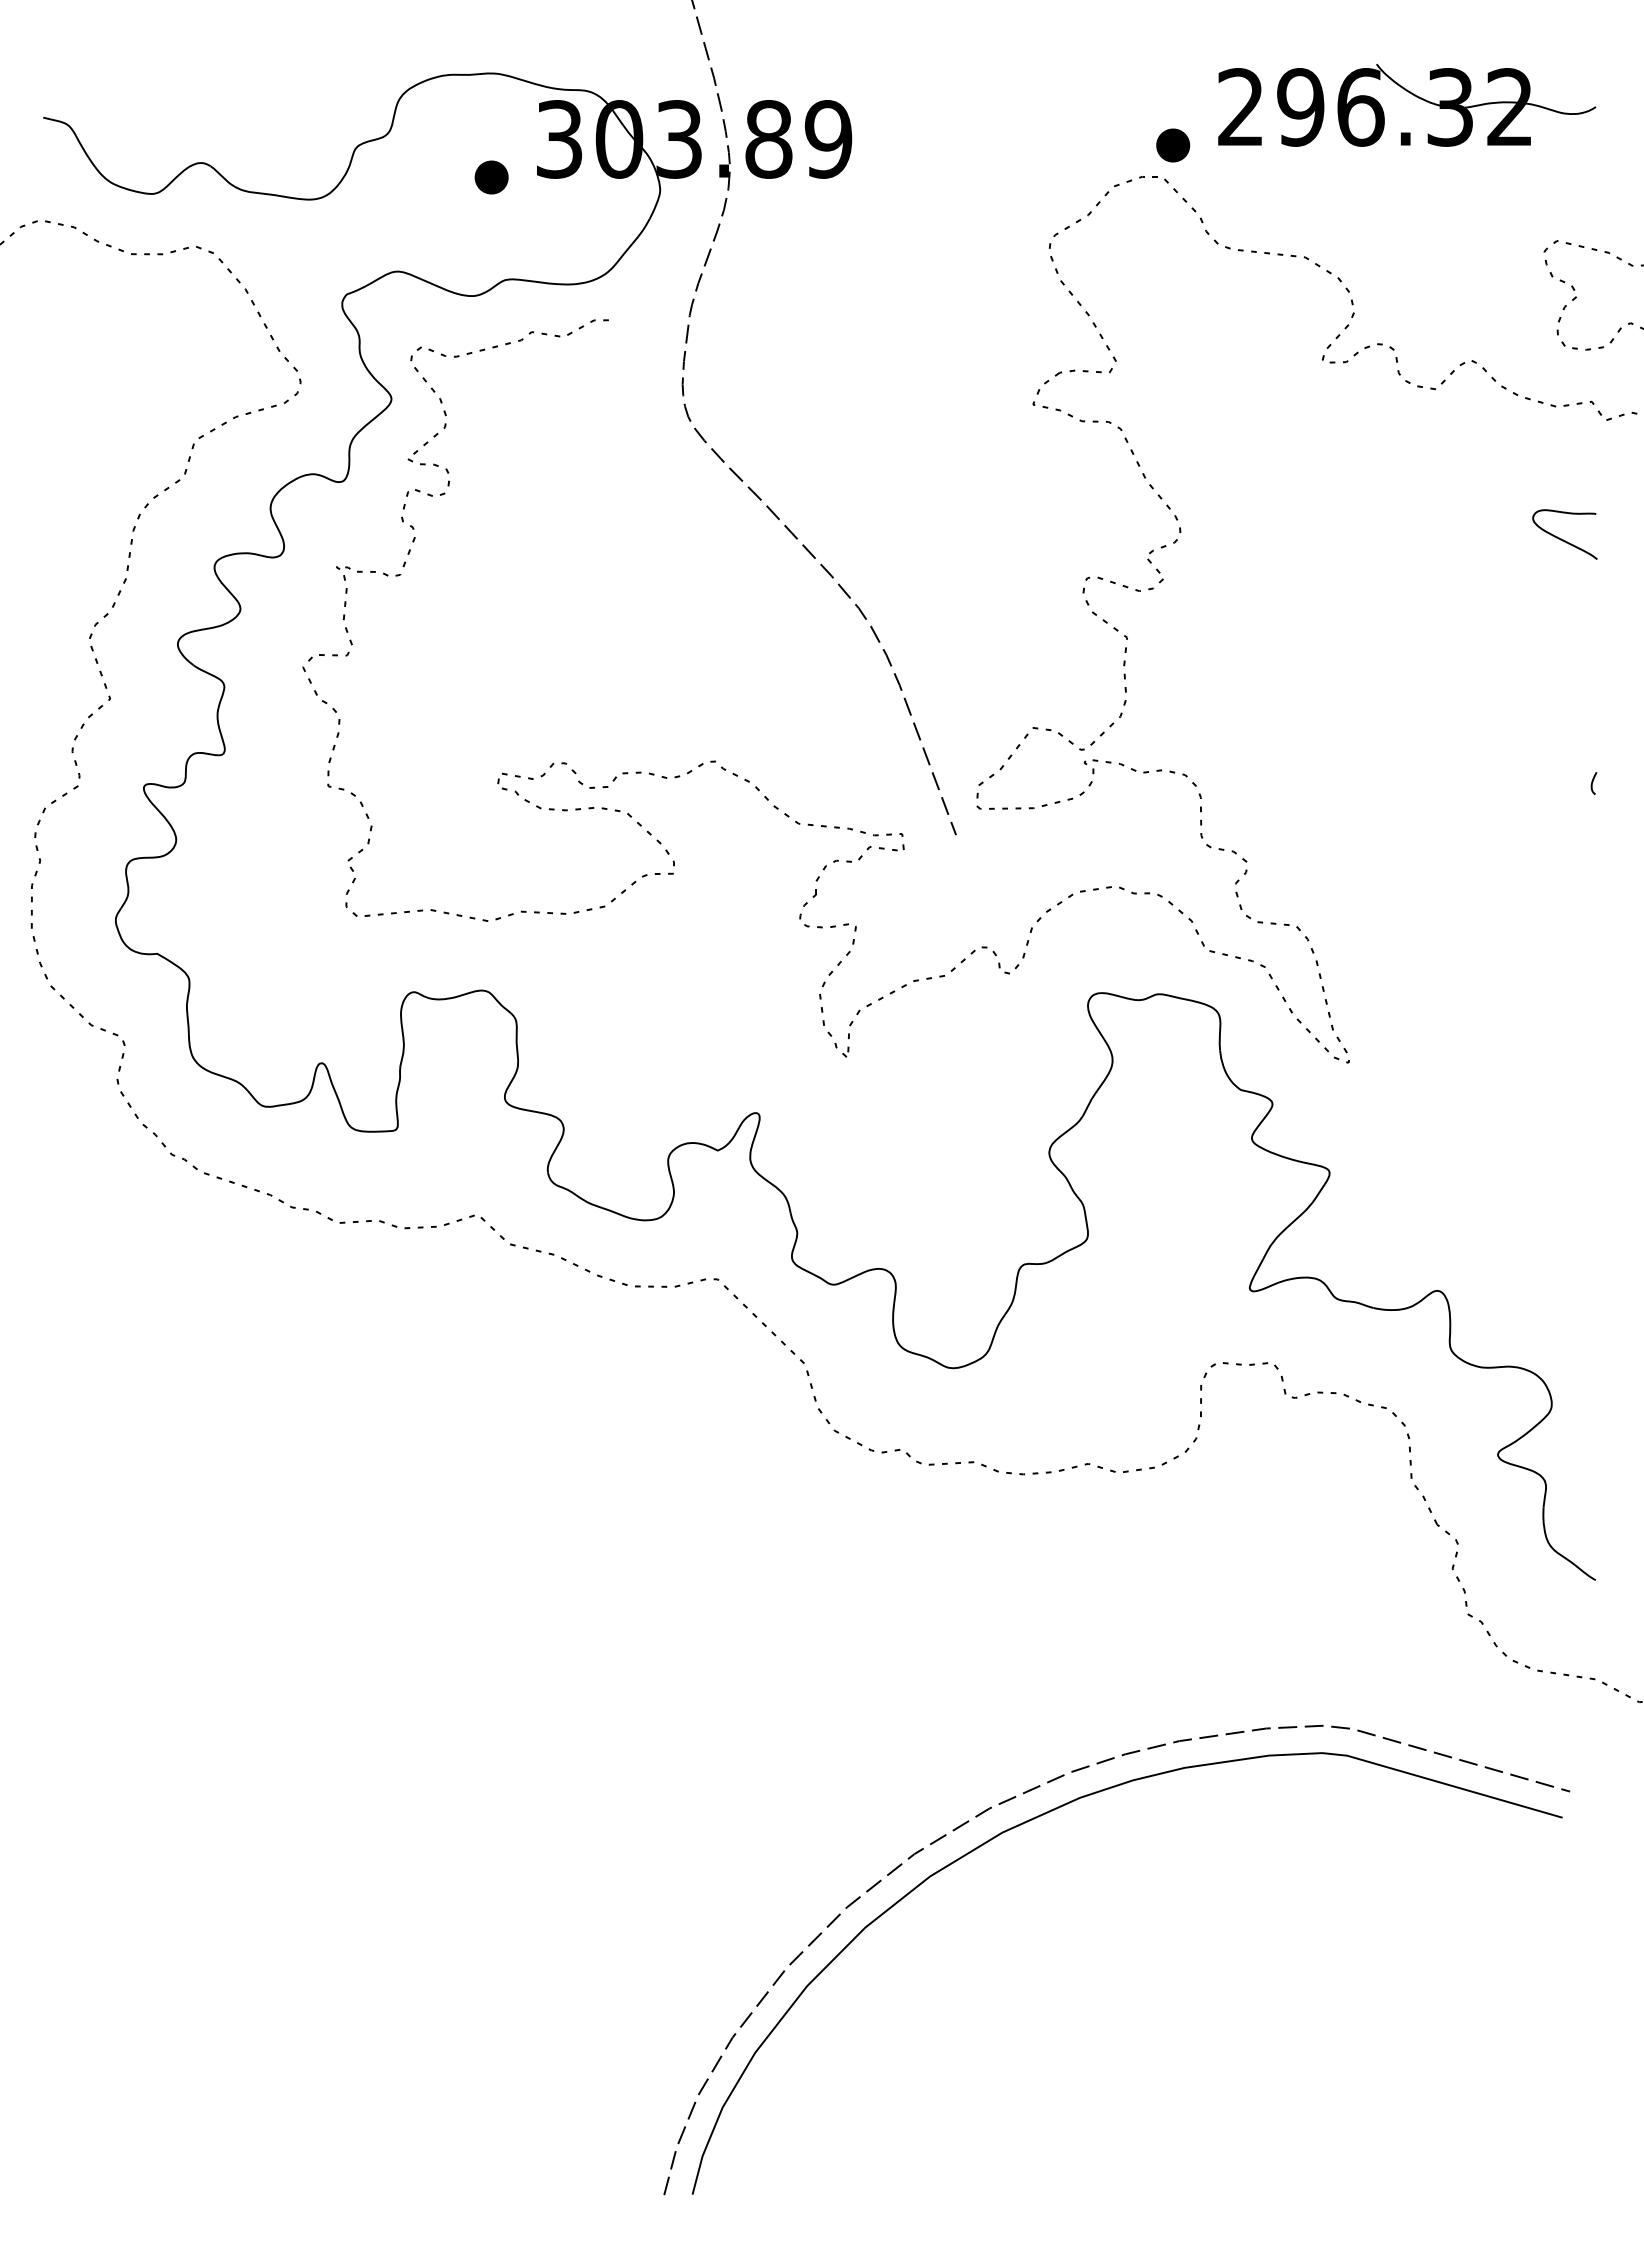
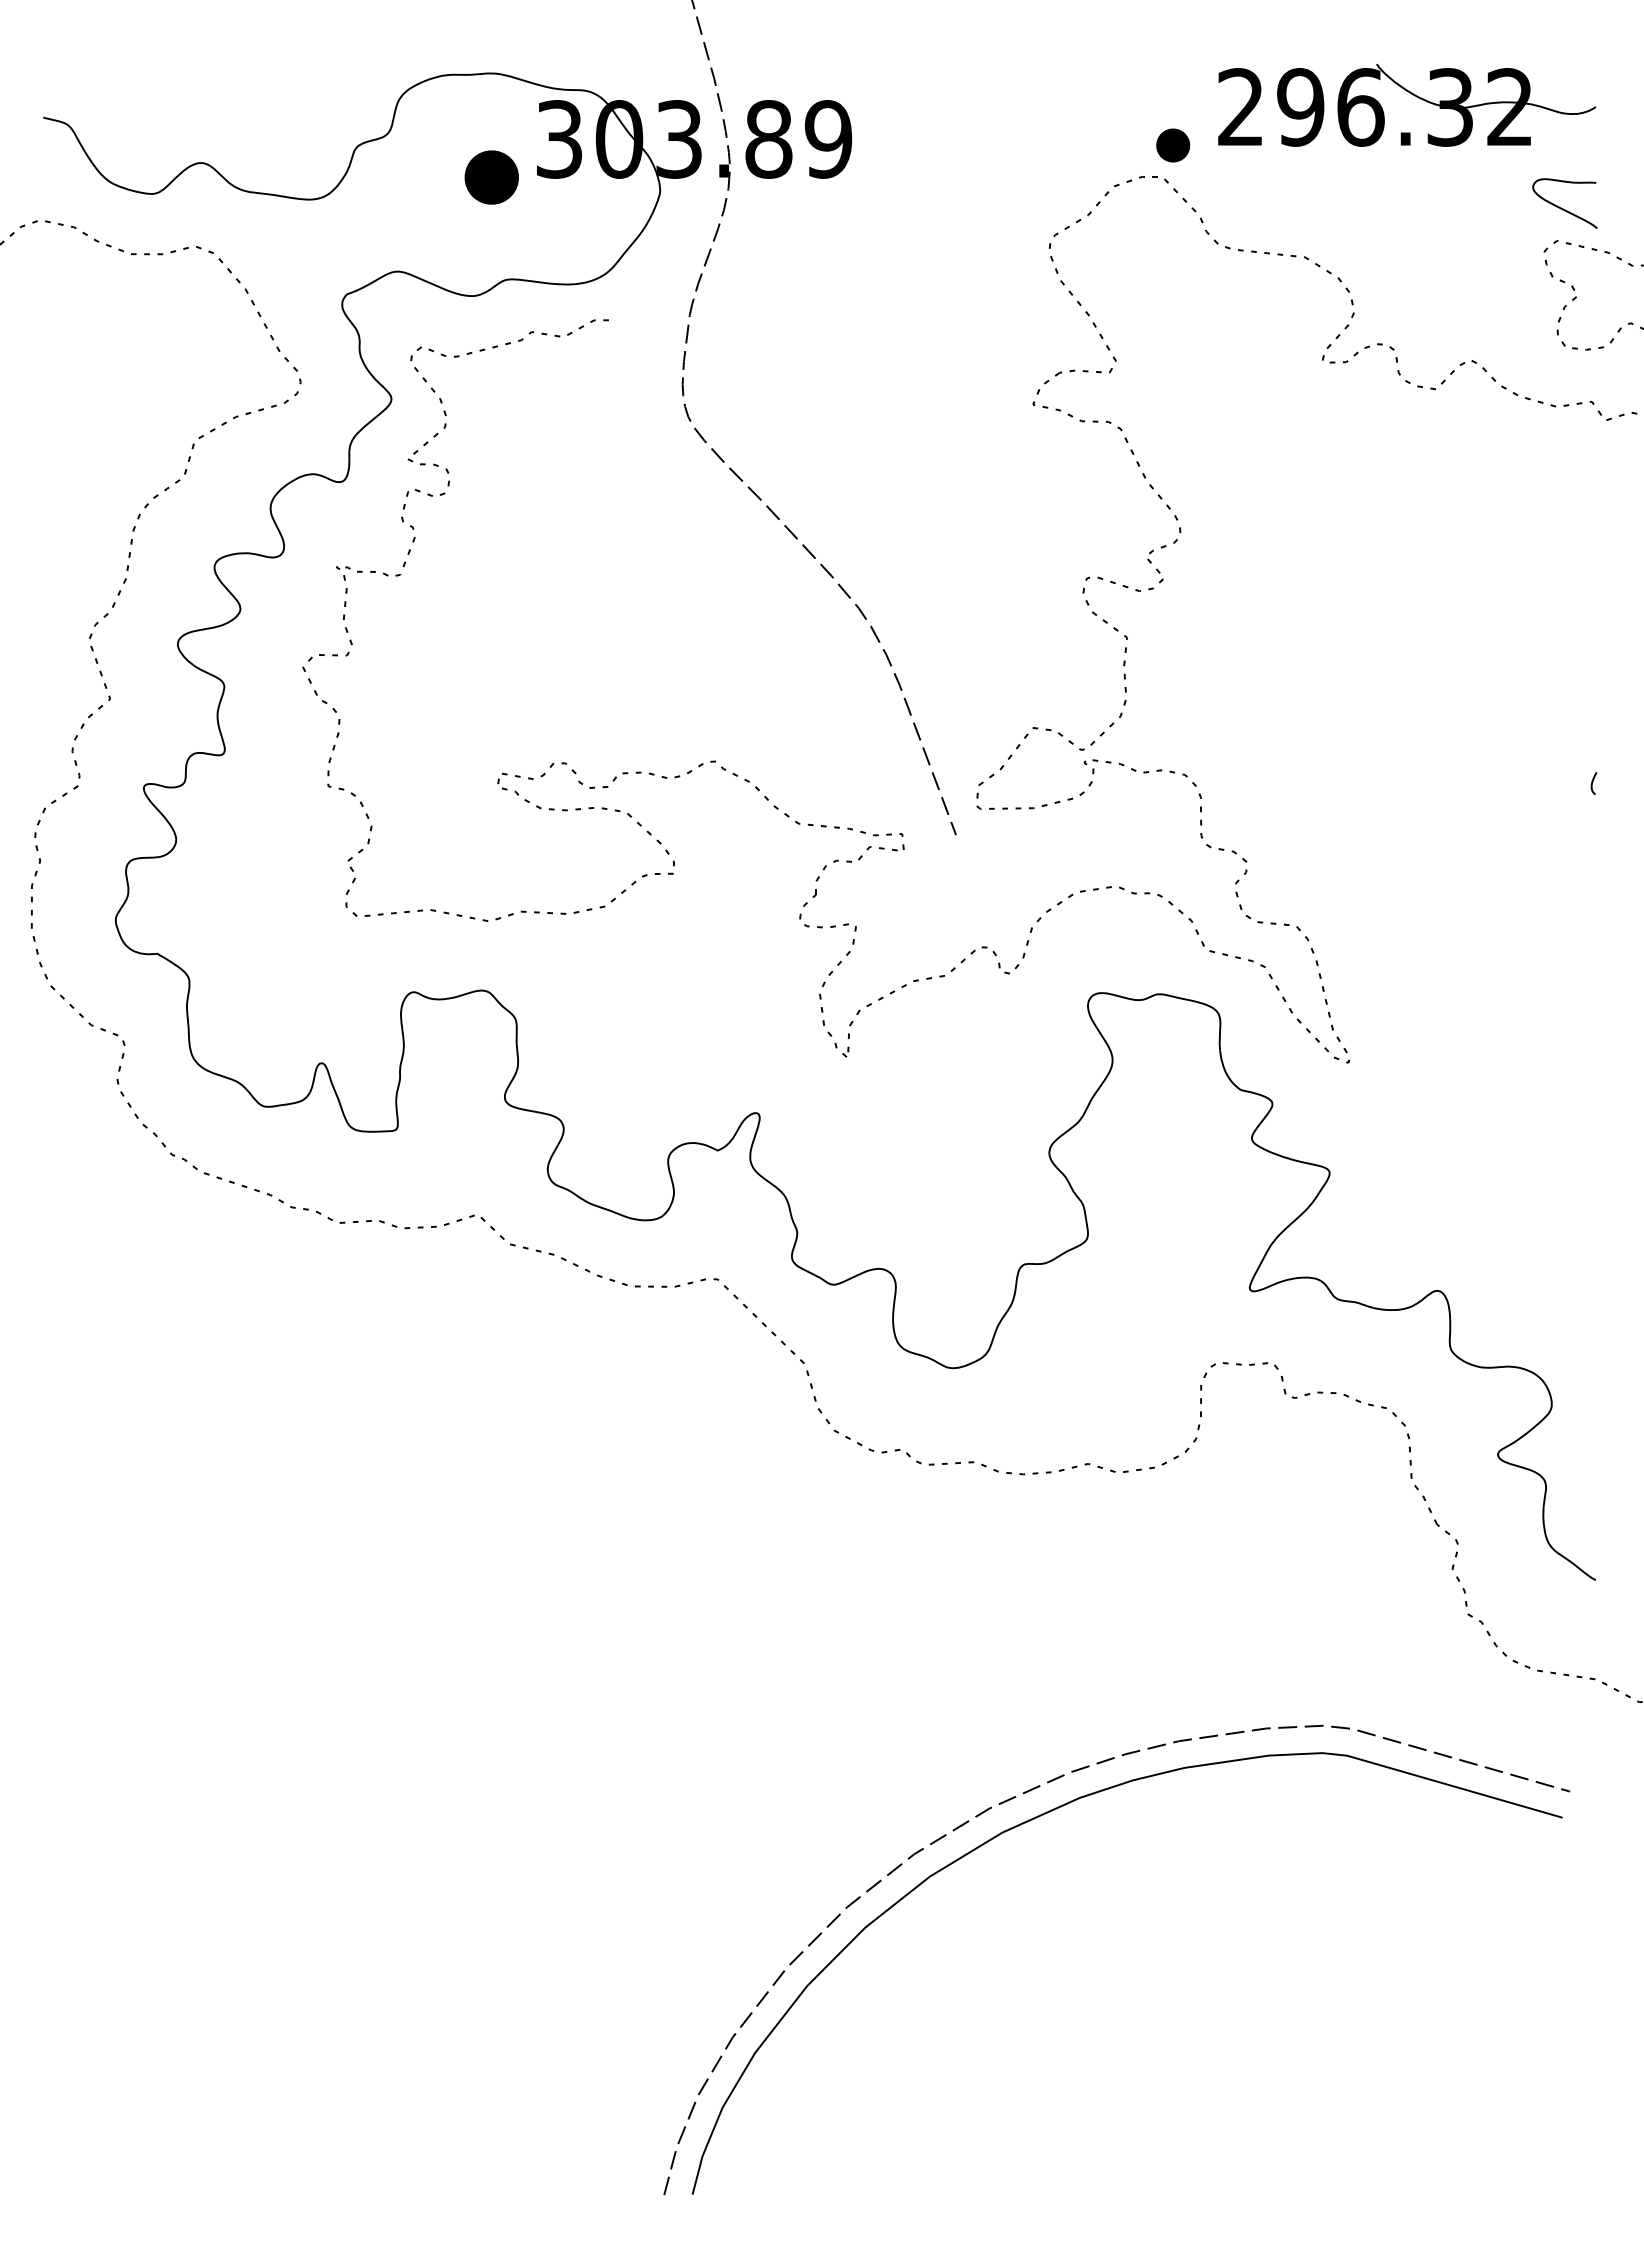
part at (491, 177) size: 35x35 px -> 55x55 px
curve at (1561, 538) position: (1561, 538) -> (1561, 207)
